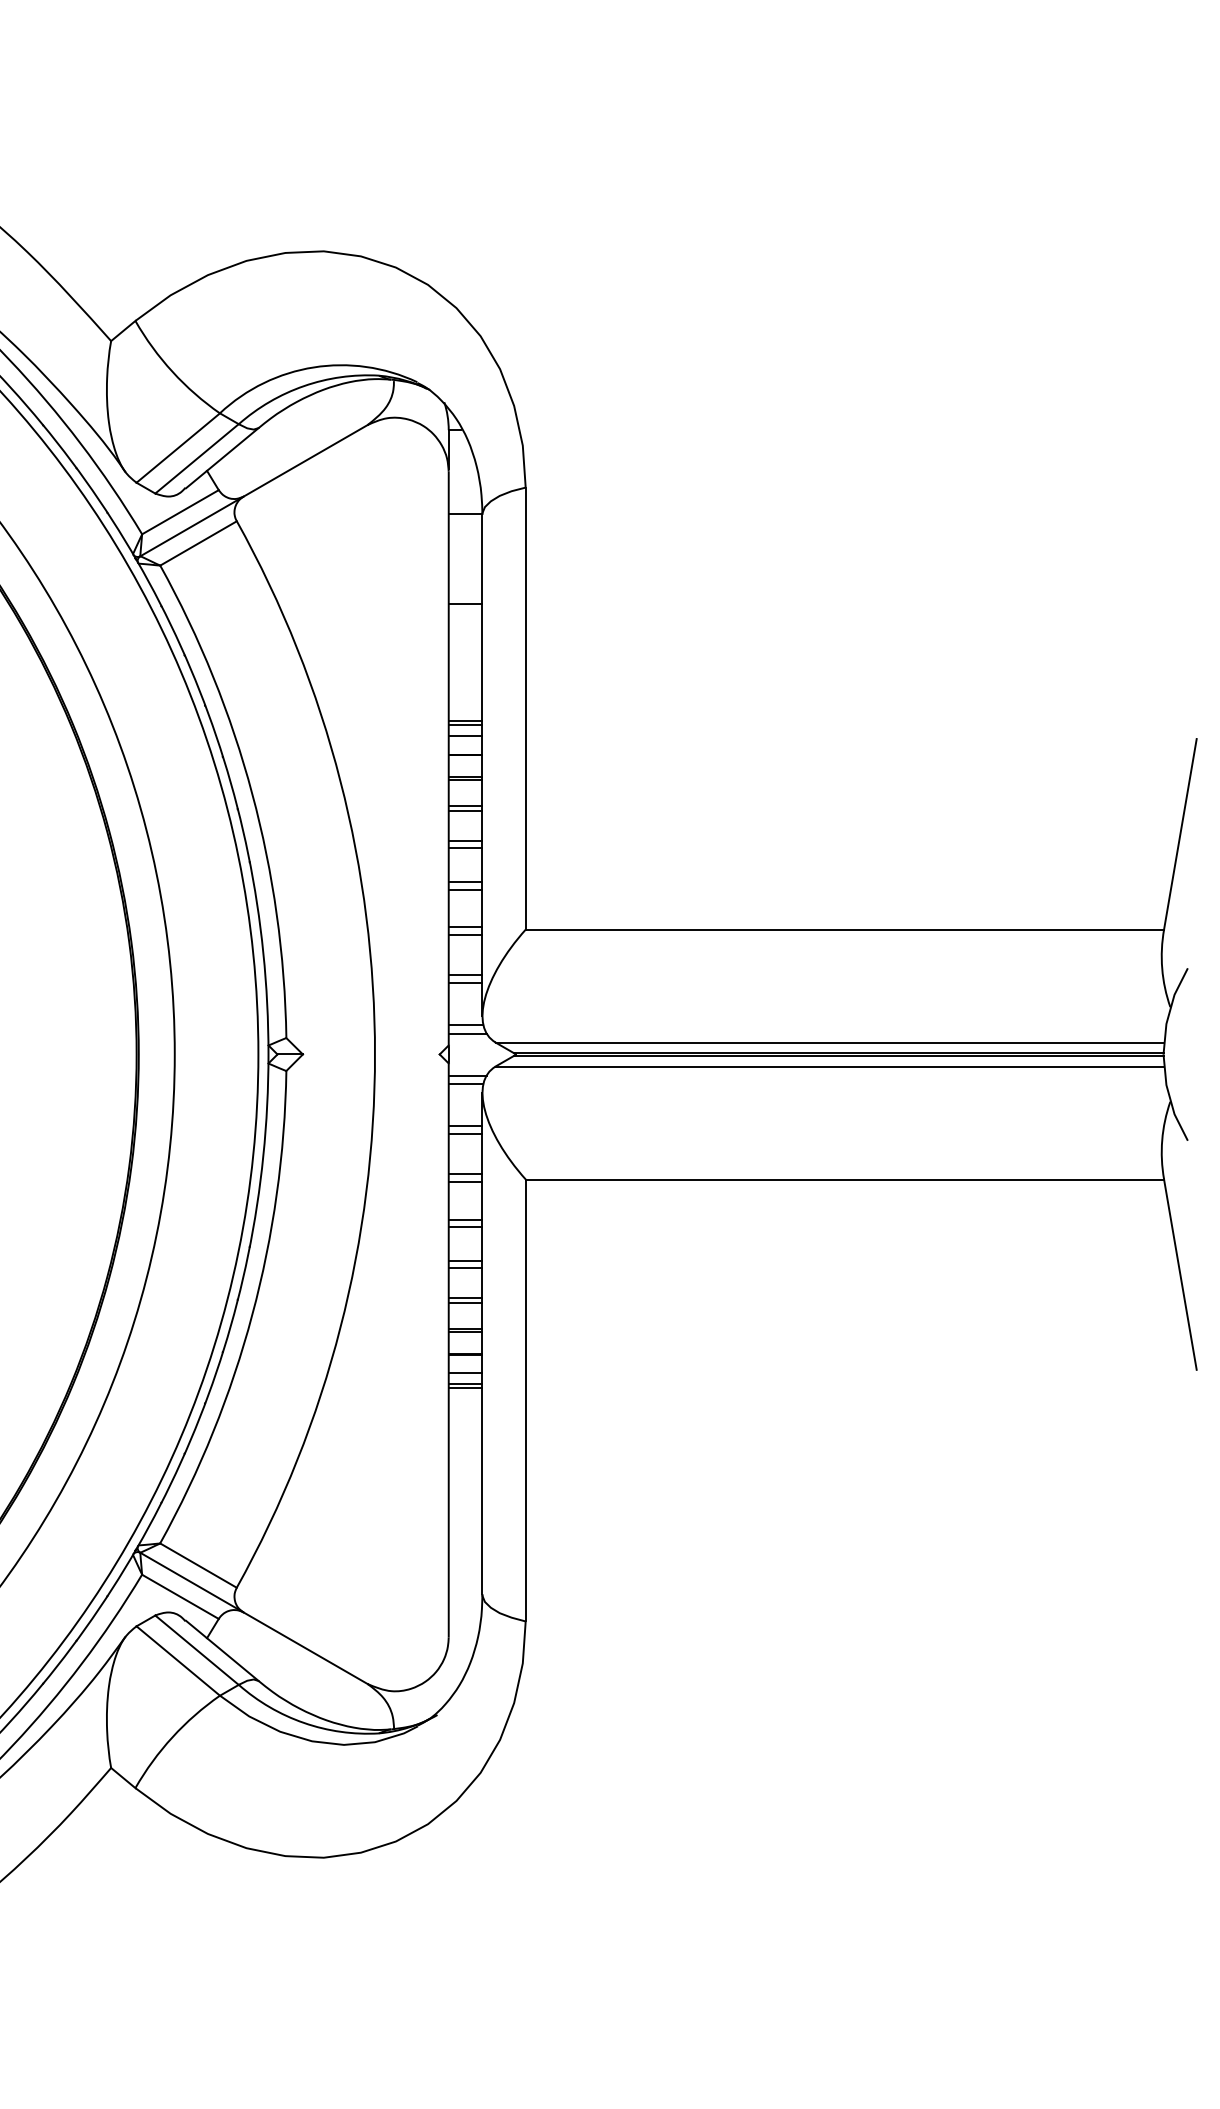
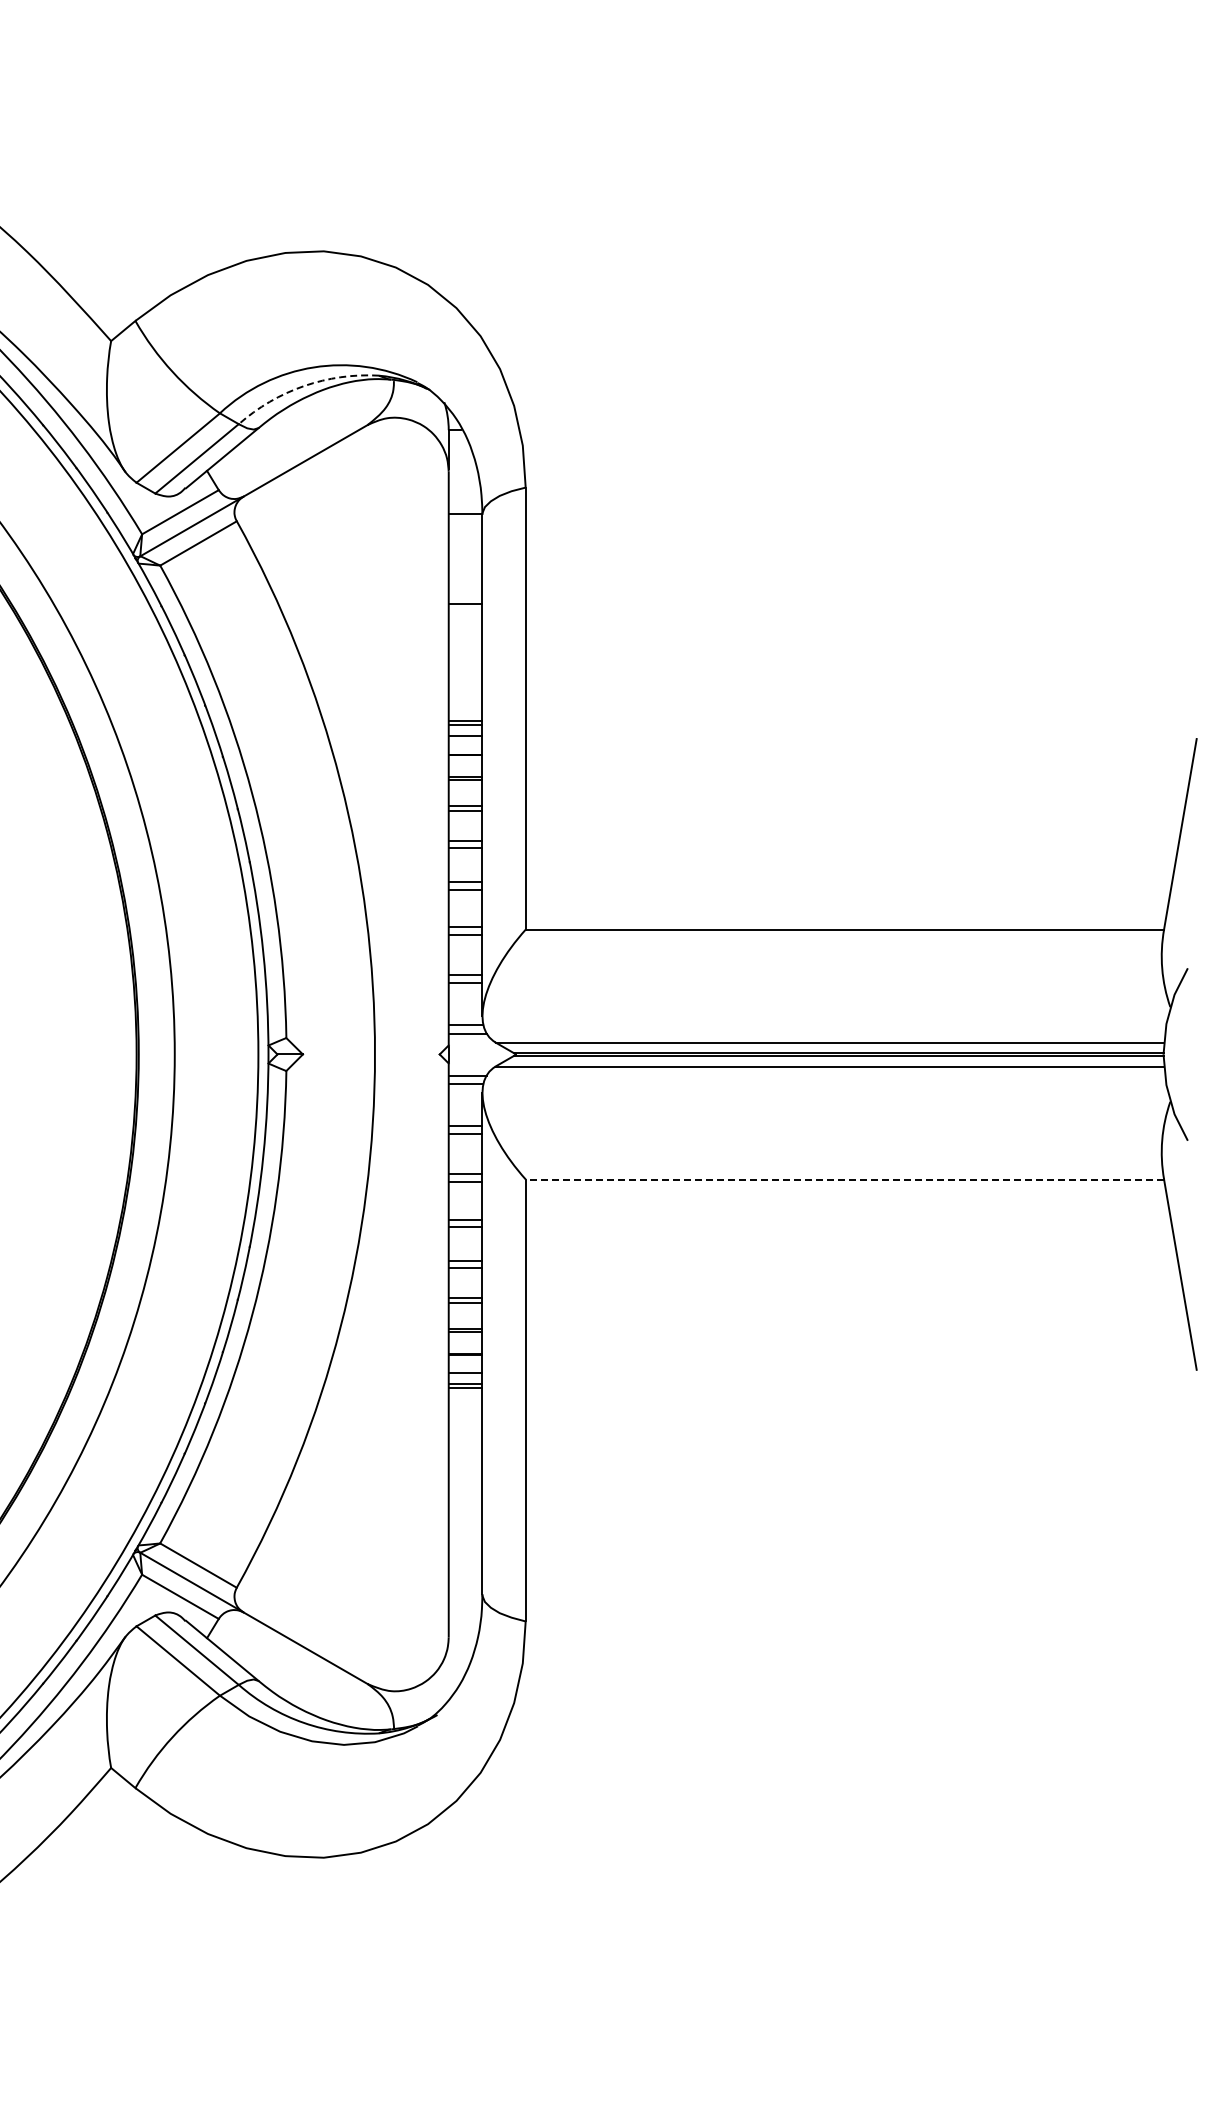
arc at (304, 386): solid -> dashed
line at (844, 1179): solid -> dashed
